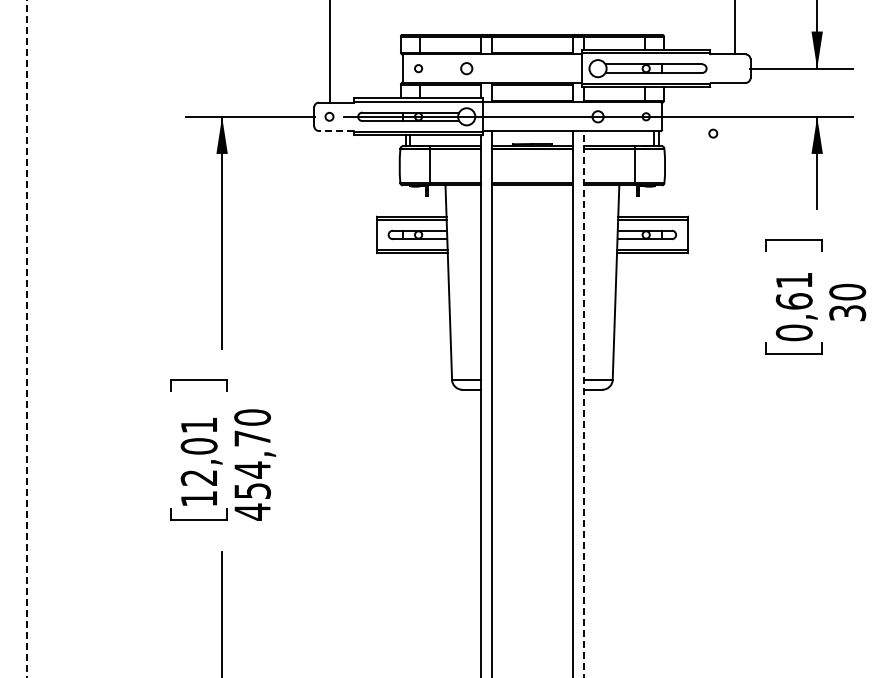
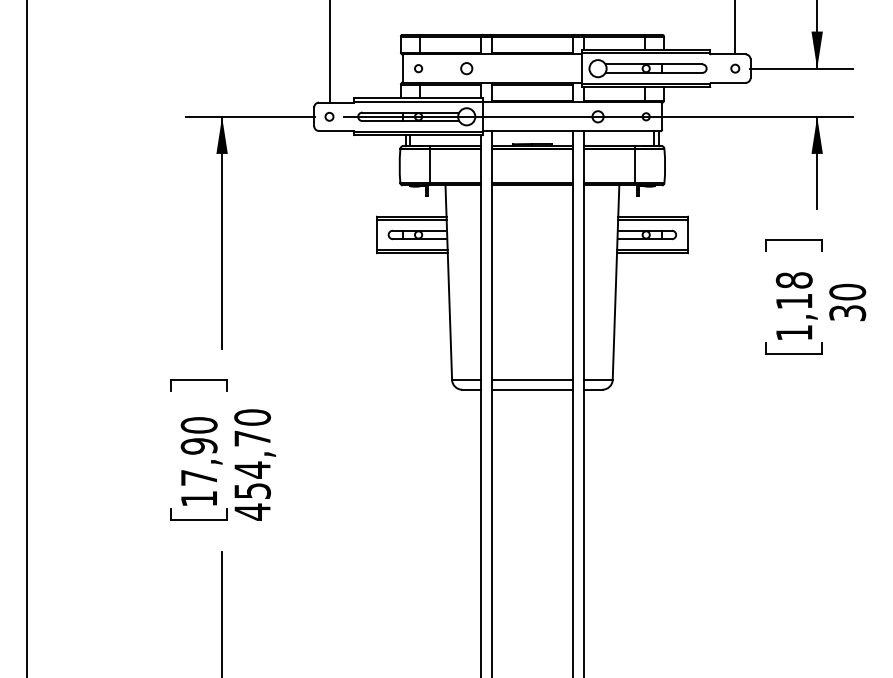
line at (335, 131): dashed -> solid
circle at (713, 133) position: (713, 133) -> (735, 68)
text at (793, 306): 0,61 -> 1,18
line at (26, 338): dashed -> solid
line at (532, 379): none -> present
line at (532, 389): none -> present
line at (583, 404): dashed -> solid
text at (198, 451): 12,01 -> 17,90
